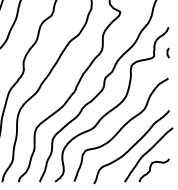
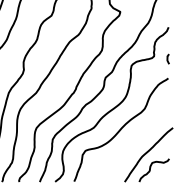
curve at (167, 52) position: (167, 52) -> (167, 58)
curve at (131, 147): present -> none
